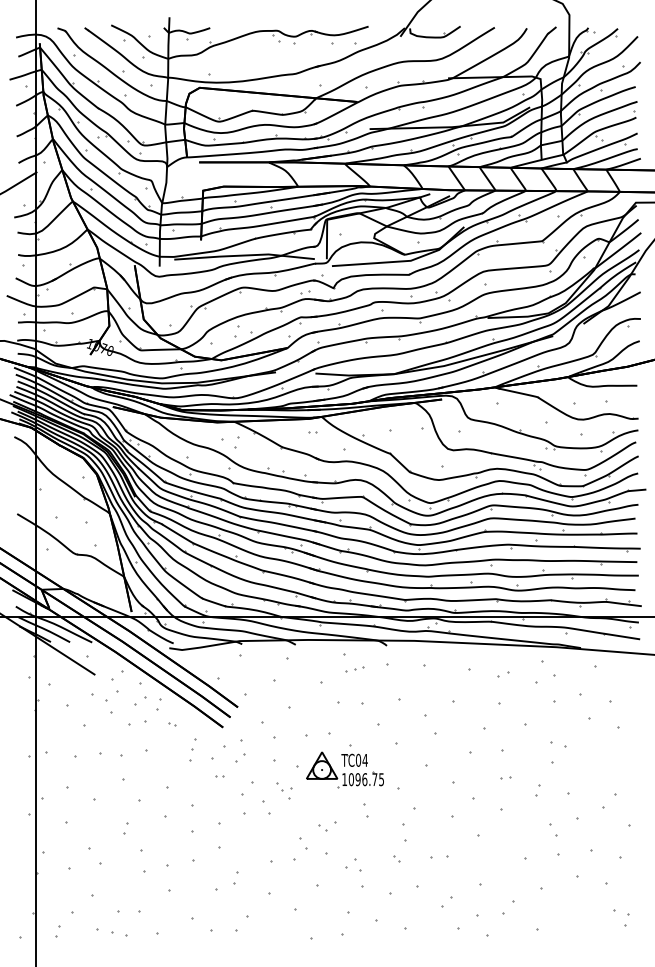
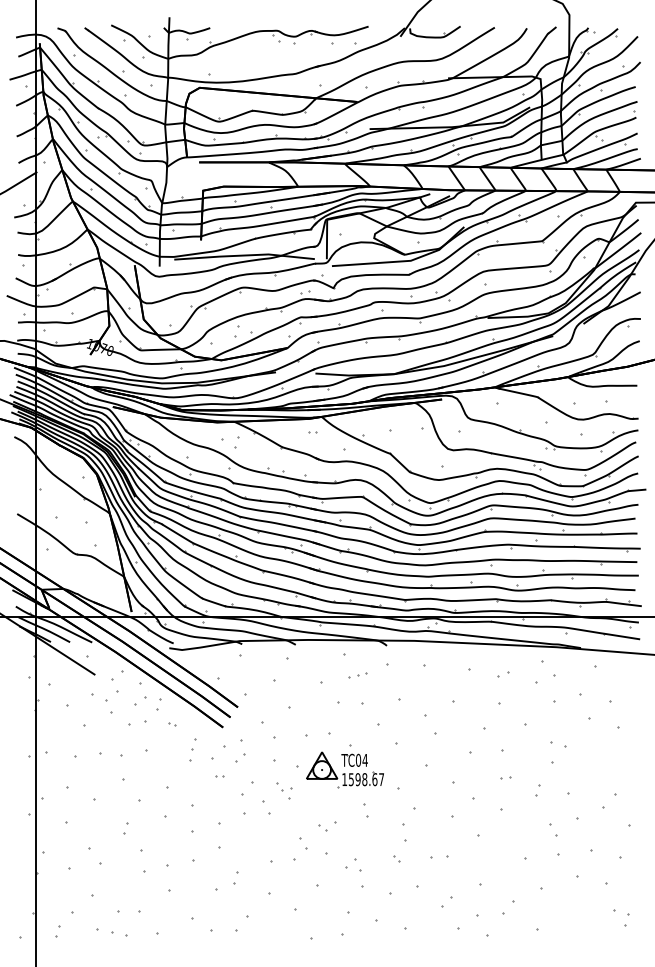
part at (354, 669) position: (354, 669) -> (357, 675)
text at (365, 779): 1096.75 -> 1598.67
